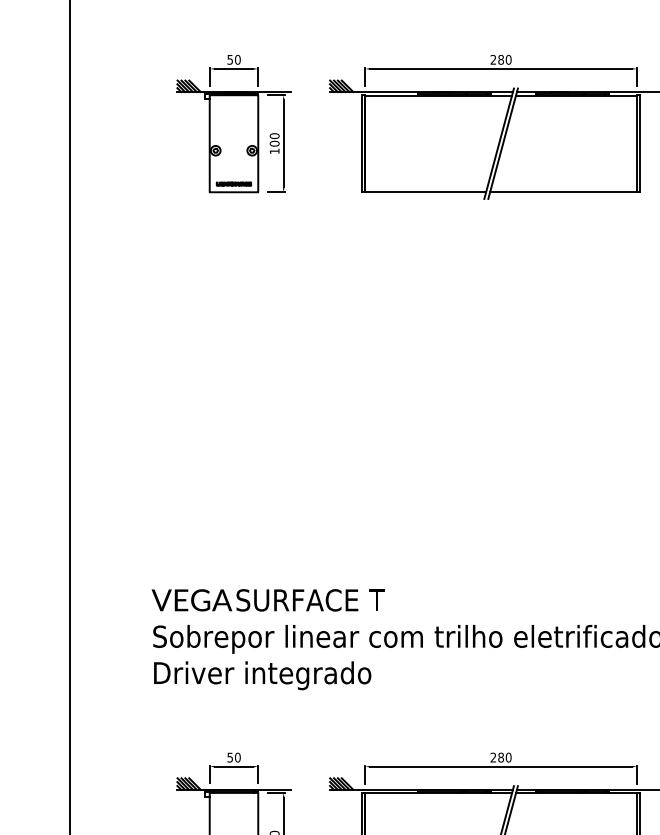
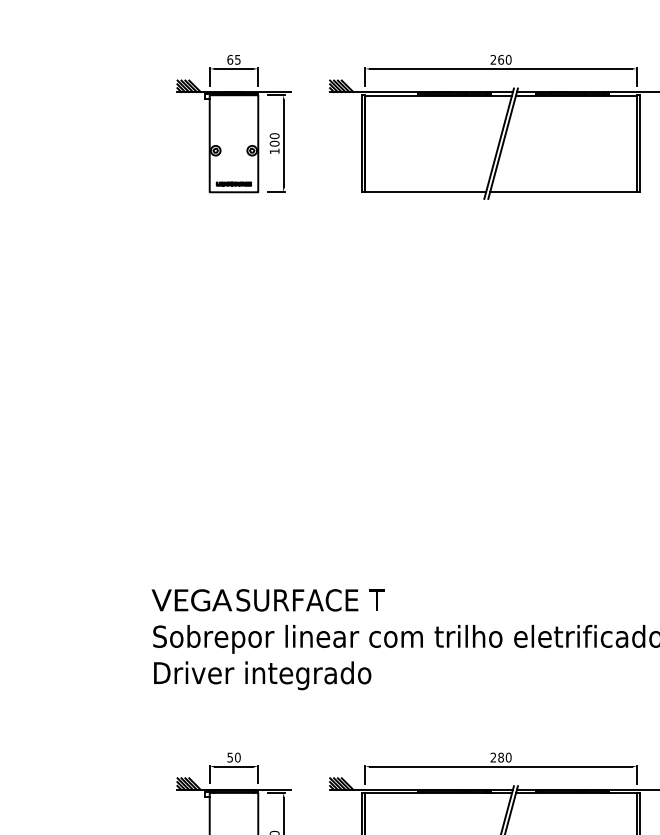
text at (233, 59): 50 -> 65
text at (500, 59): 280 -> 260
line at (69, 416): present -> none
